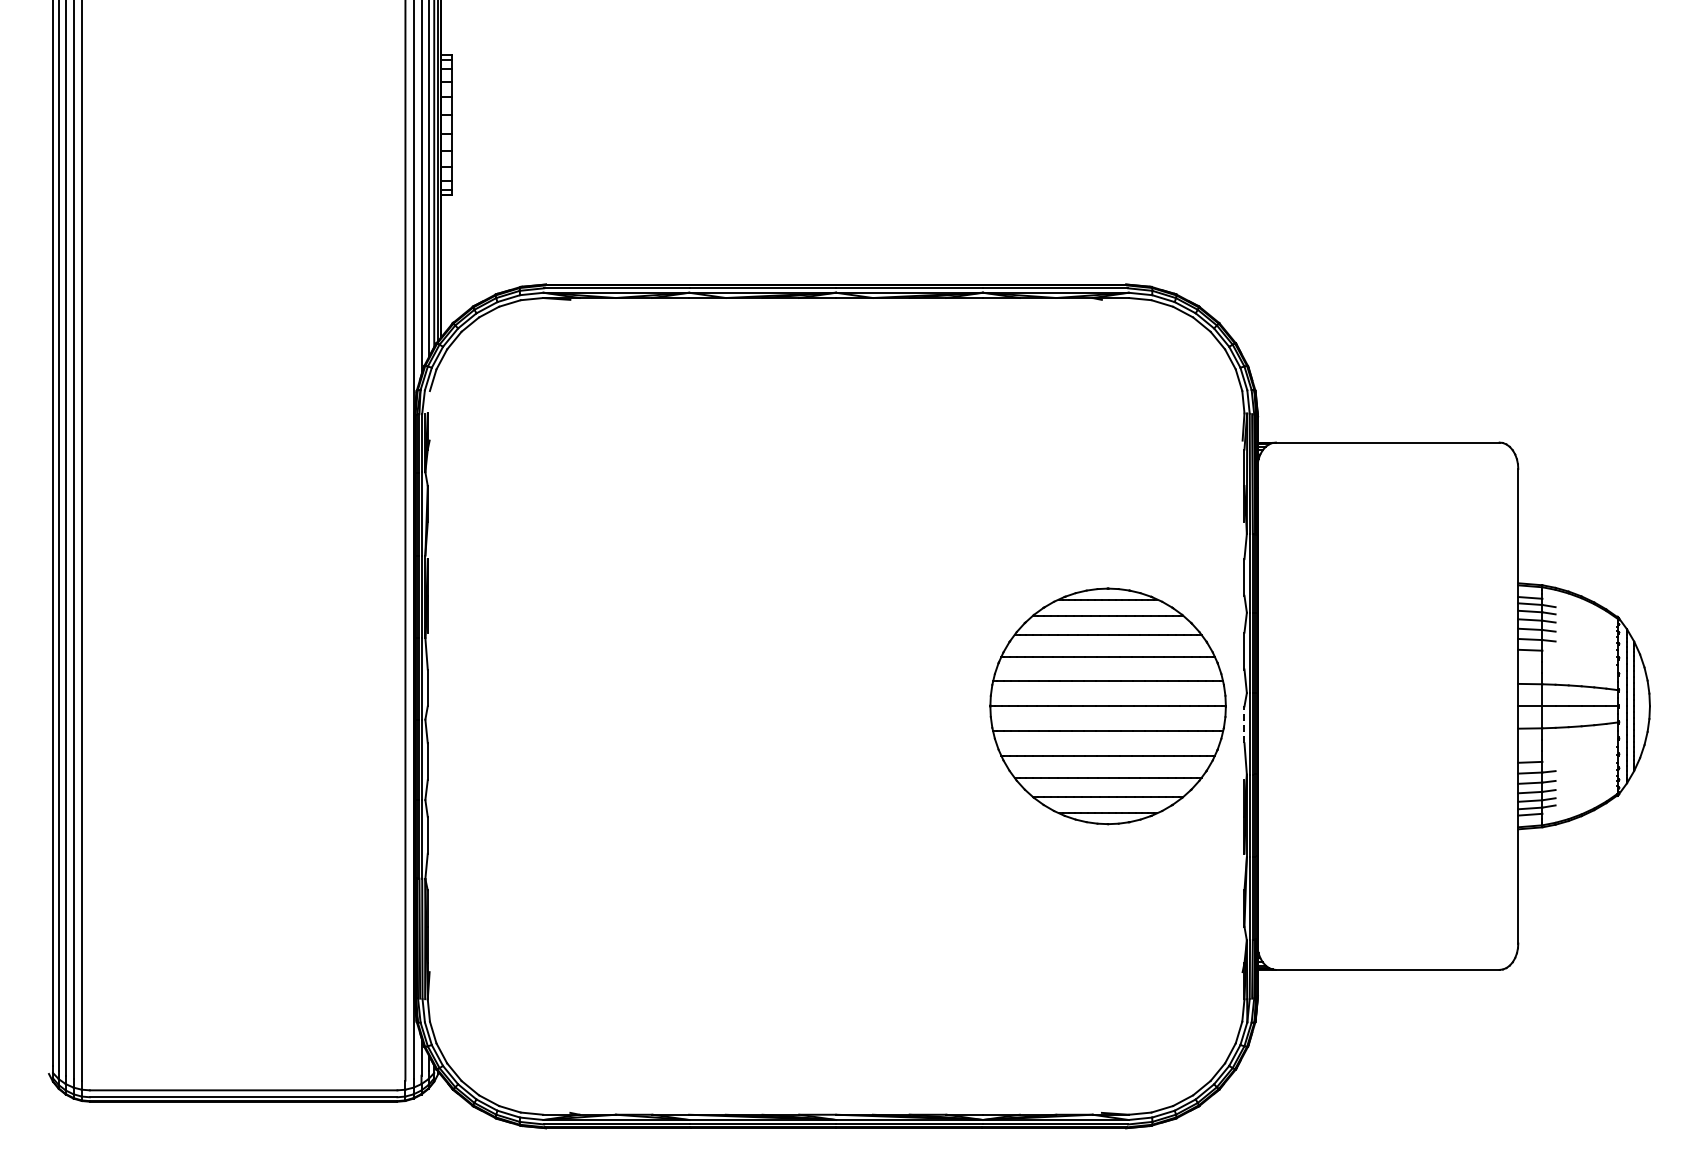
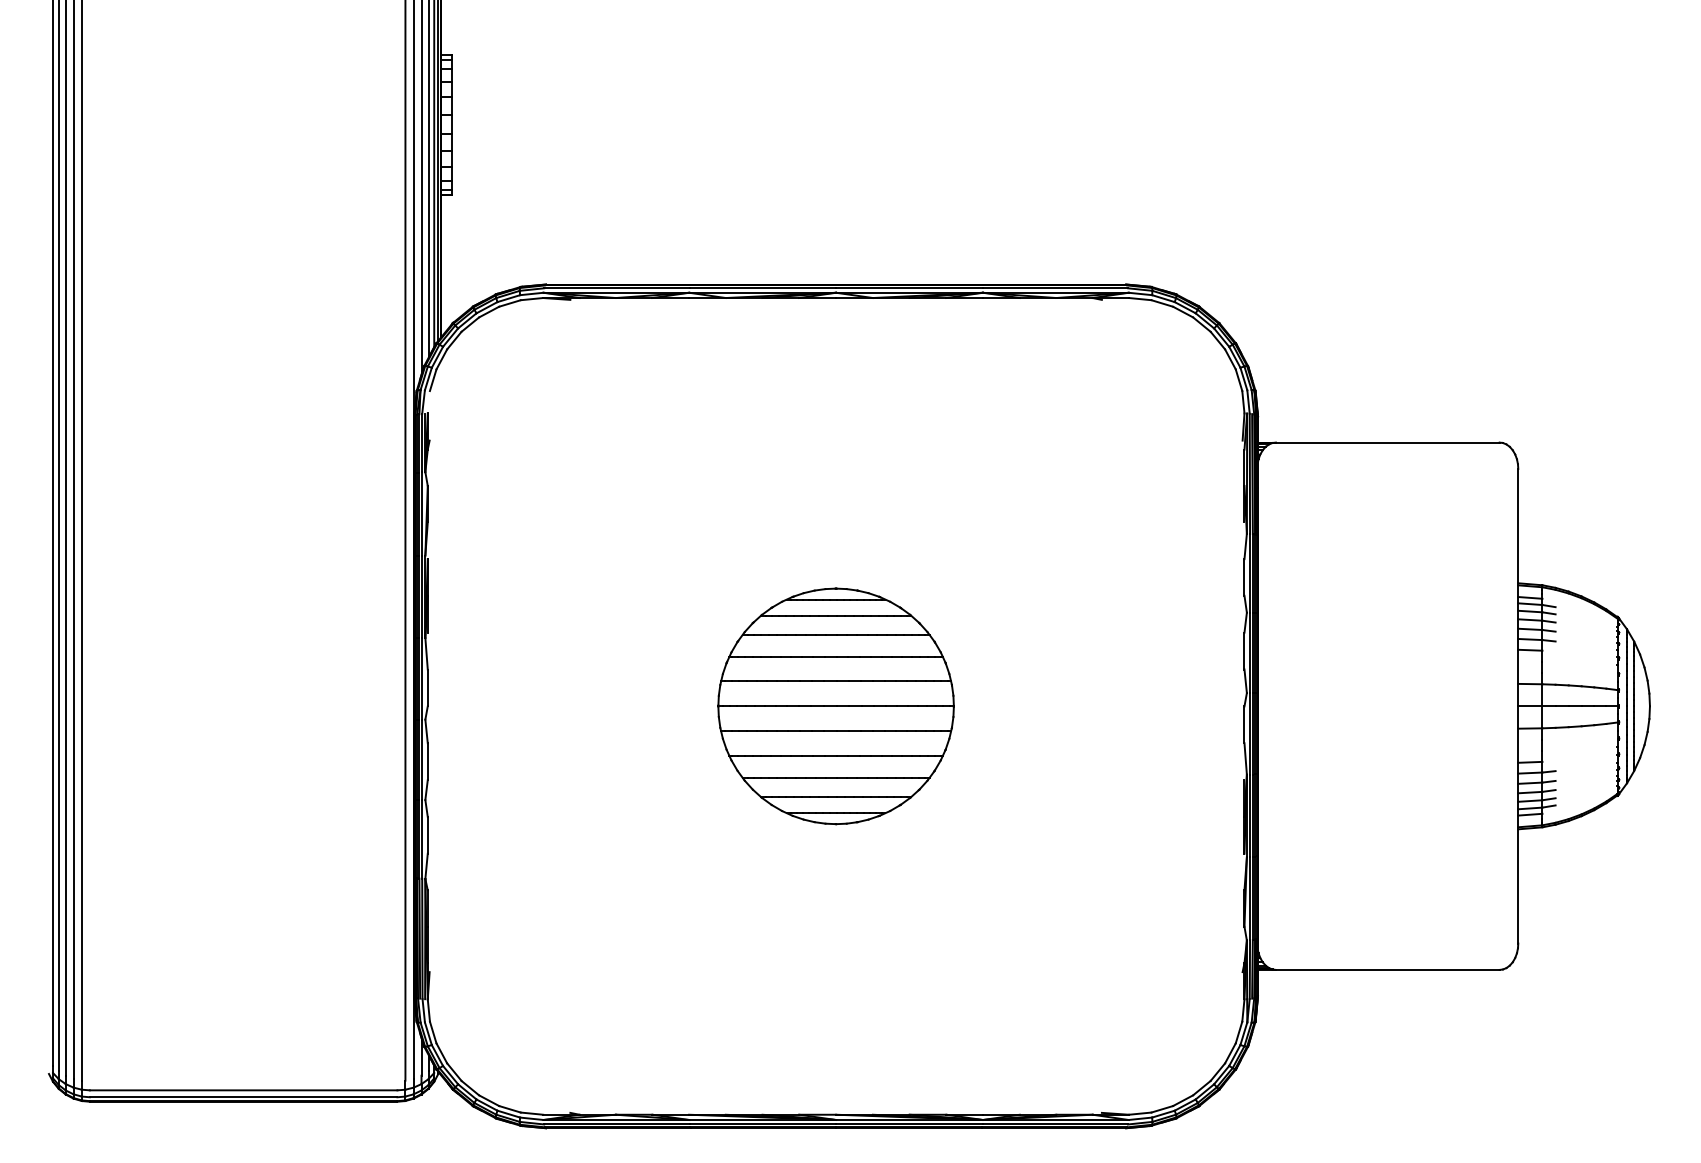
part at (1107, 706) position: (1107, 706) -> (835, 706)
line at (1244, 724): dashed -> solid
